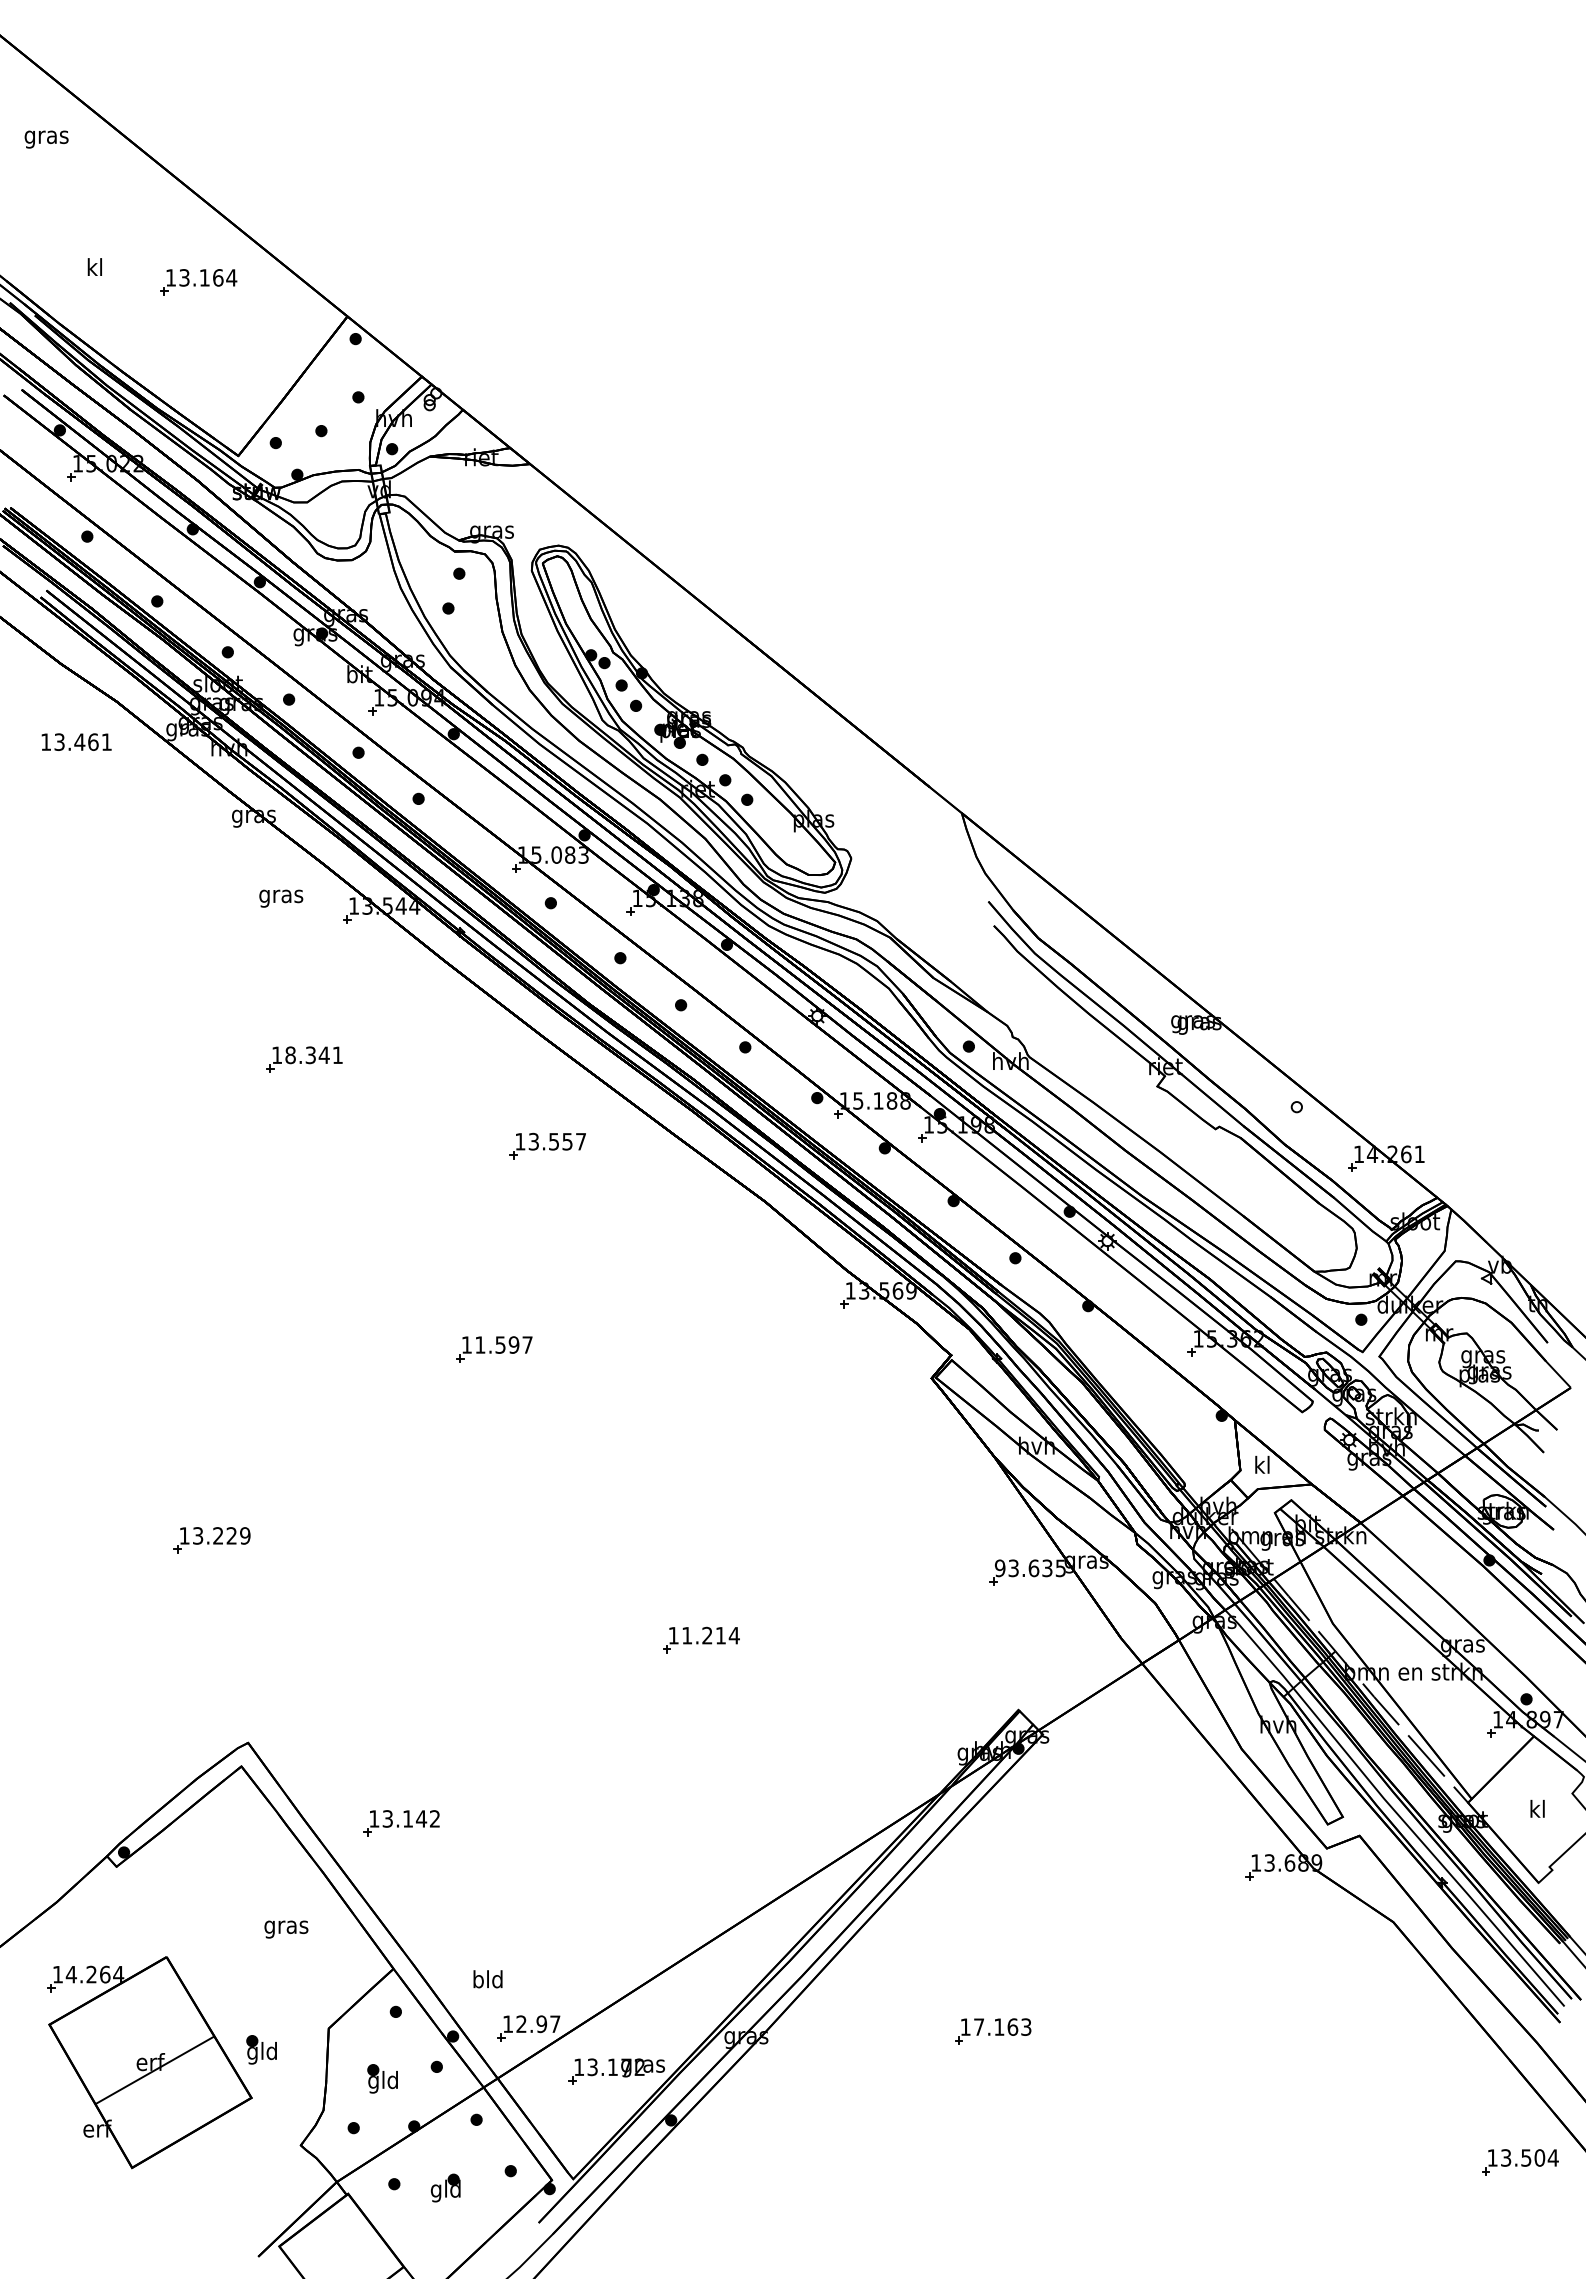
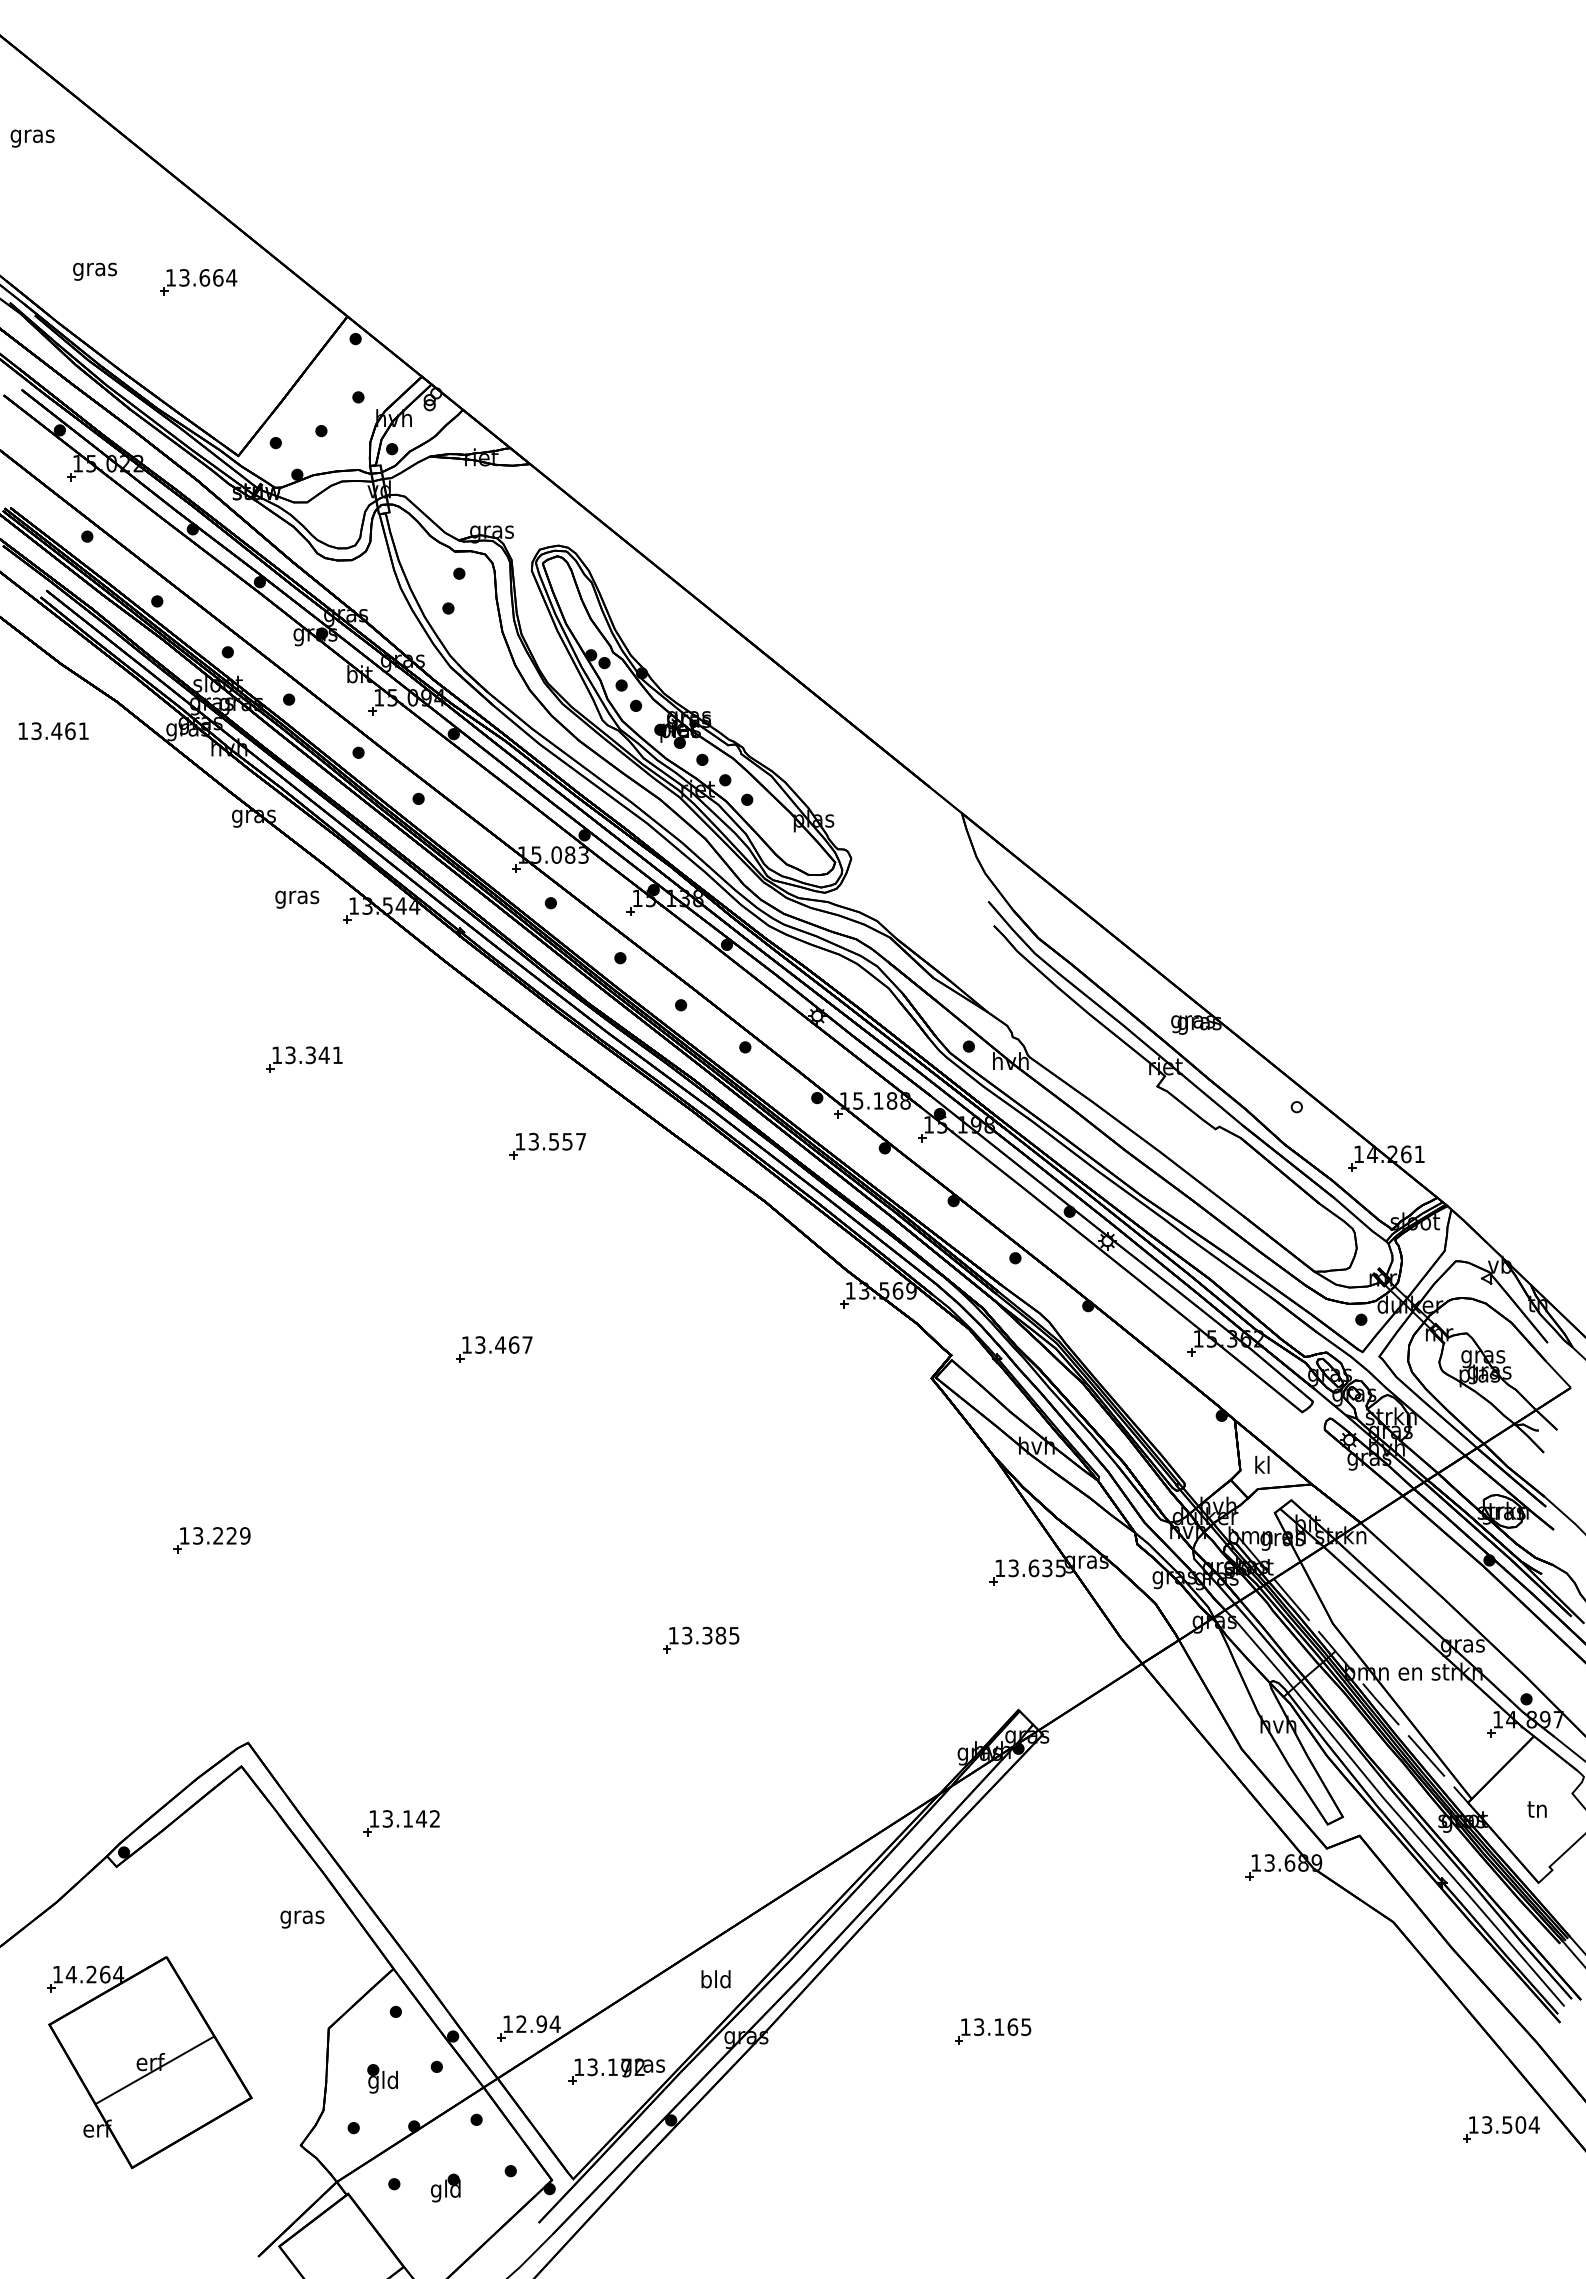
text at (46, 139) position: (46, 139) -> (32, 138)
text at (94, 269): kl -> gras
text at (204, 277): 13.164 -> 13.664
text at (76, 741) position: (76, 741) -> (53, 730)
text at (281, 898) position: (281, 898) -> (297, 899)
text at (290, 1055): 18.341 -> 13.341
text at (497, 1344): 11.597 -> 13.467
text at (999, 1568): 93.635 -> 13.635
text at (710, 1635): 11.214 -> 13.385
text at (1536, 1808): kl -> tn
text at (286, 1929) position: (286, 1929) -> (302, 1919)
text at (487, 1979) position: (487, 1979) -> (715, 1979)
text at (554, 2023): 12.97 -> 12.94
text at (1002, 2026): 17.163 -> 13.165
part at (261, 2049): present -> none
part at (1520, 2162) position: (1520, 2162) -> (1501, 2129)
